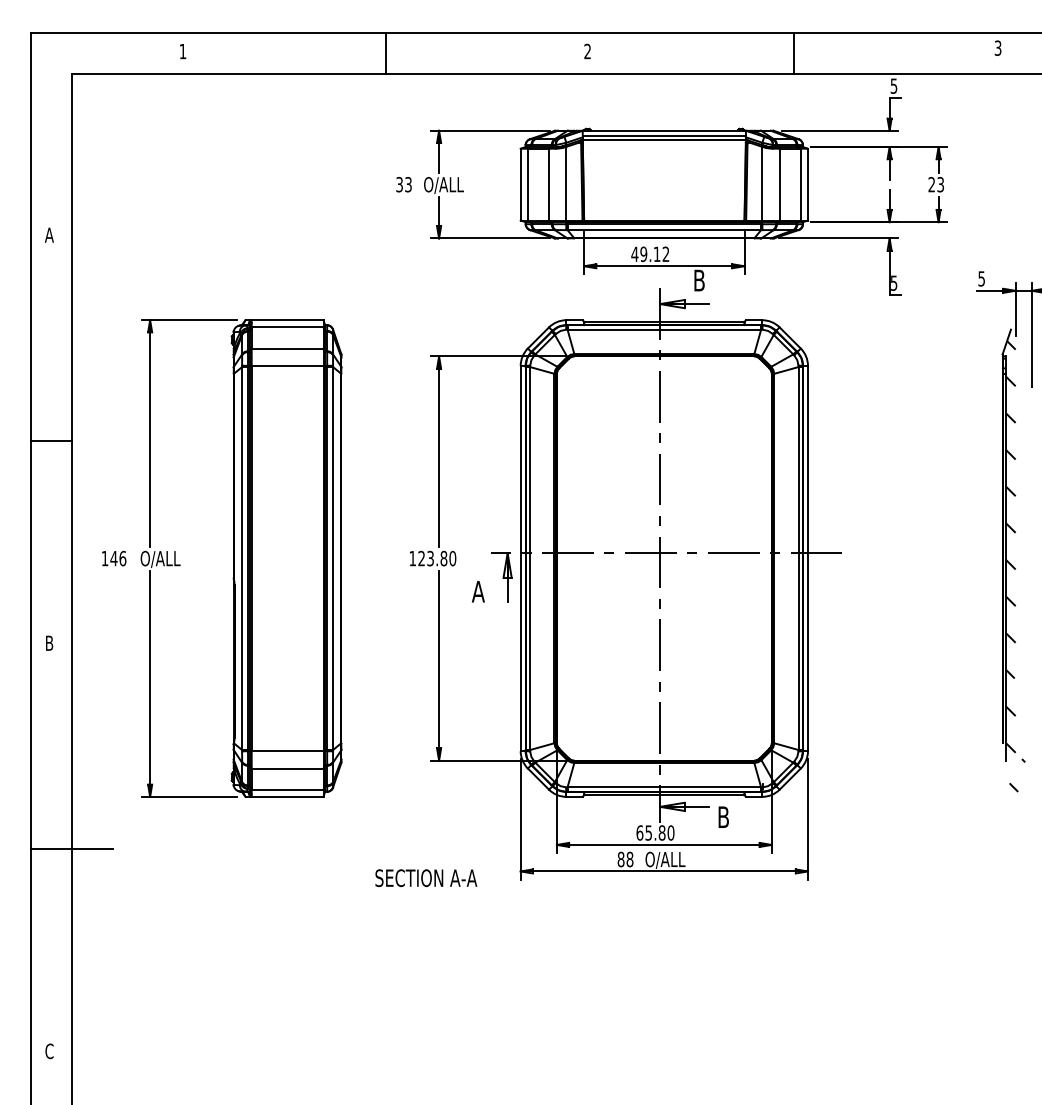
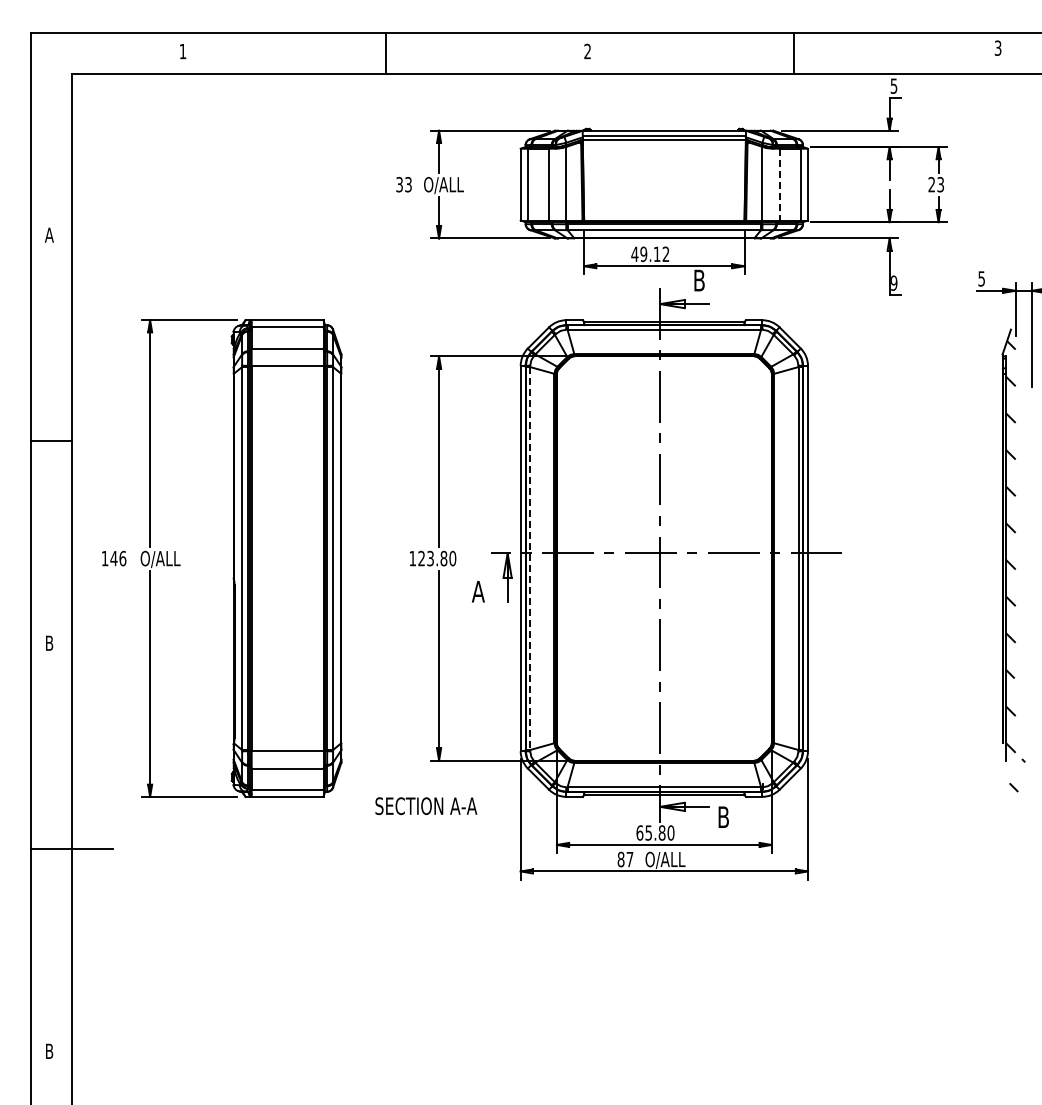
line at (779, 184): solid -> dashed
text at (894, 282): 5 -> 9
line at (530, 559): solid -> dashed
text at (629, 859): 88 -> 87
text at (426, 878) position: (426, 878) -> (426, 806)
text at (49, 1051): C -> B
